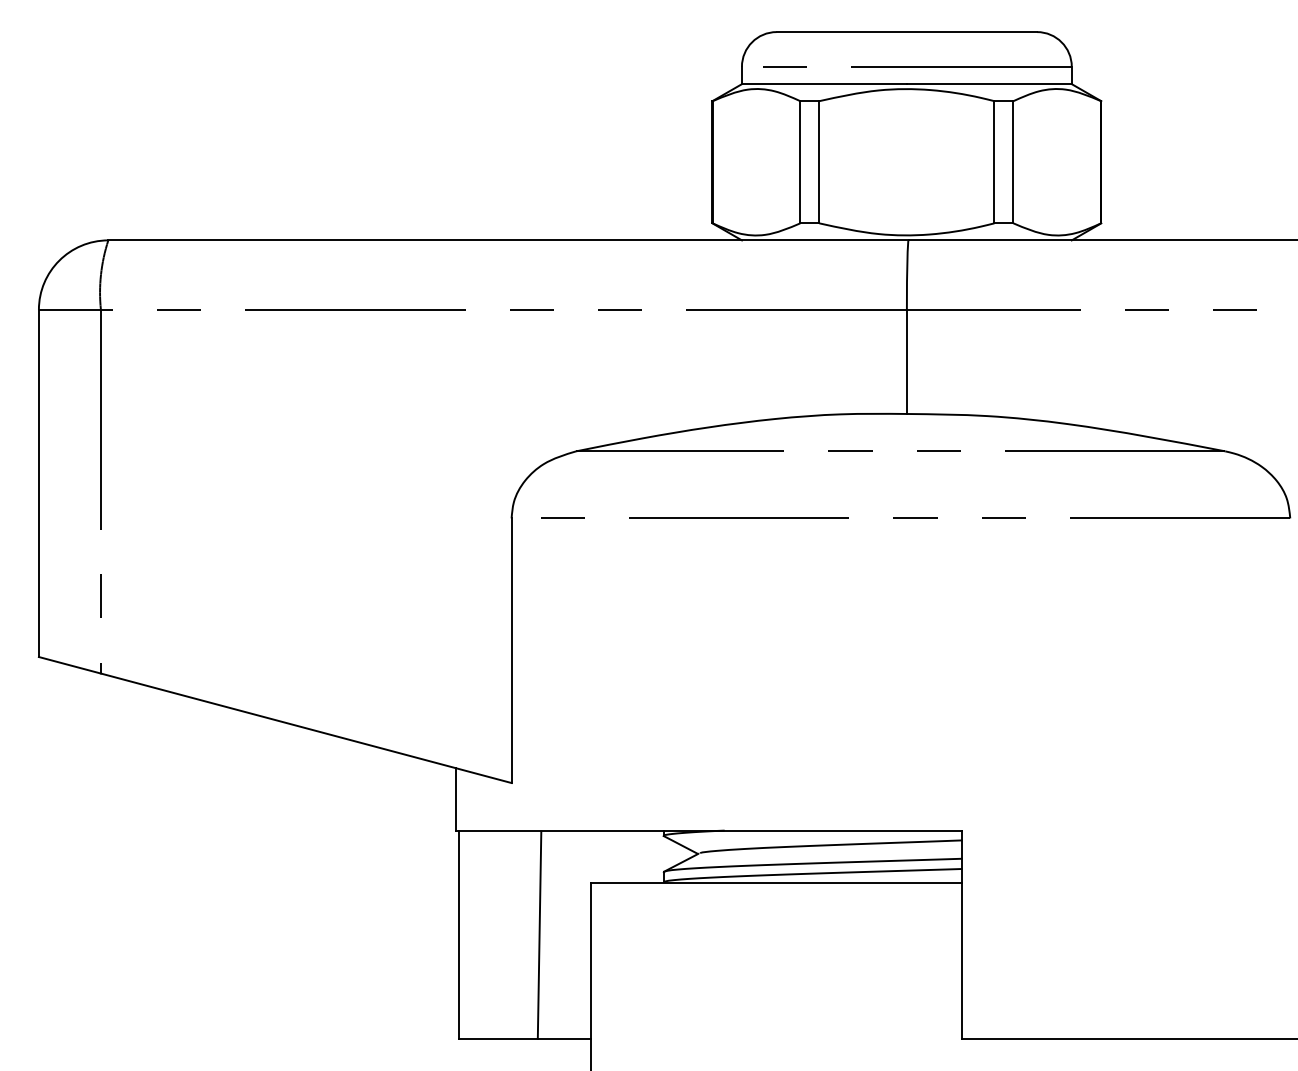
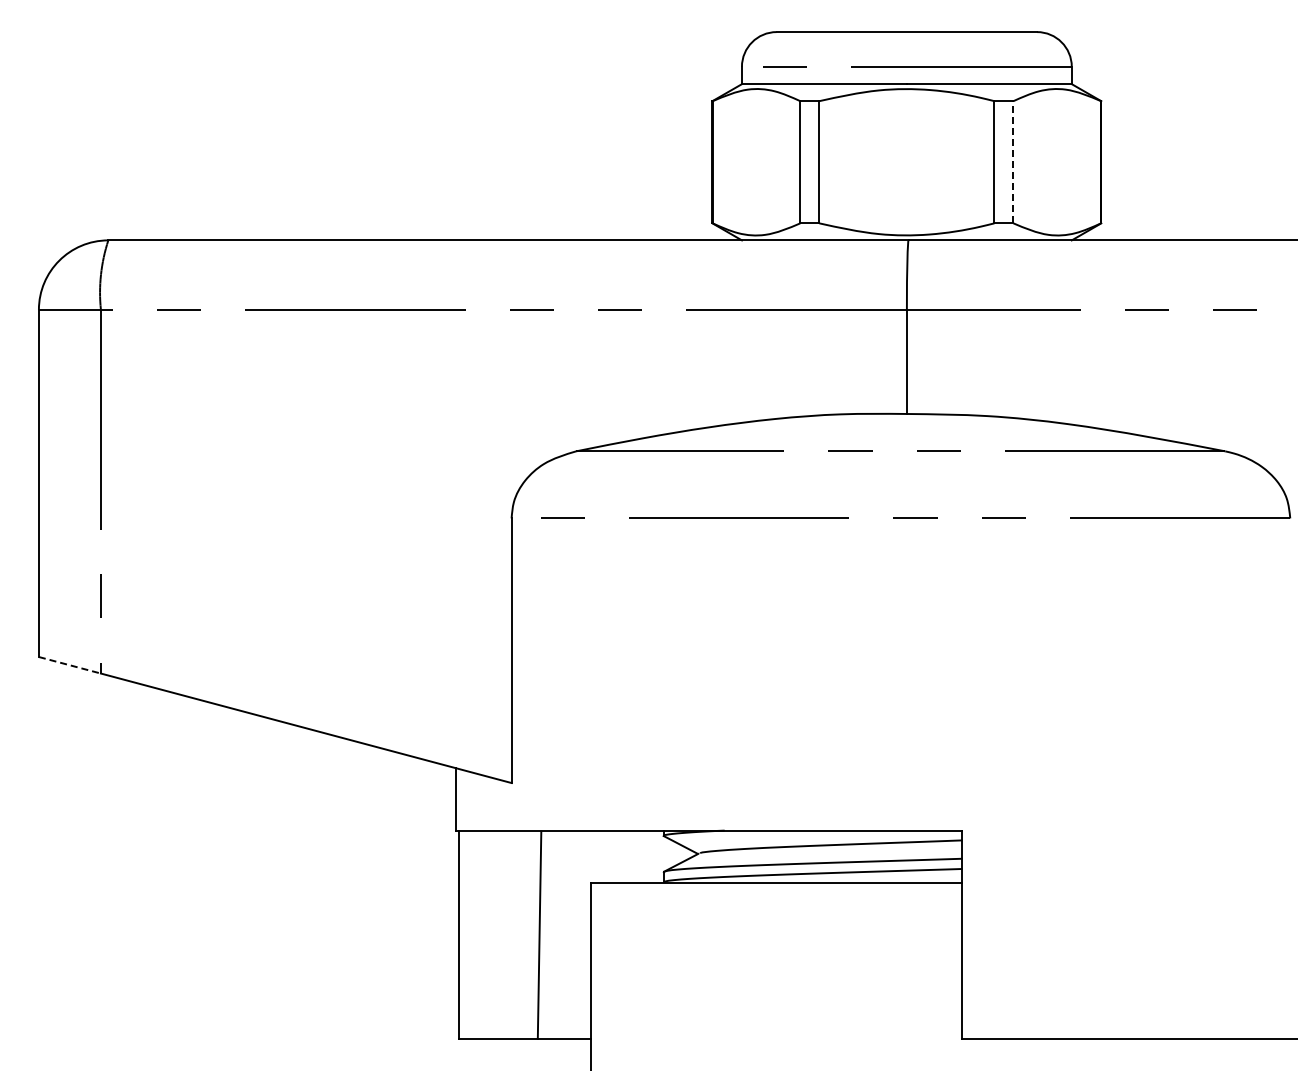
line at (1013, 161): solid -> dashed
line at (70, 665): solid -> dashed
